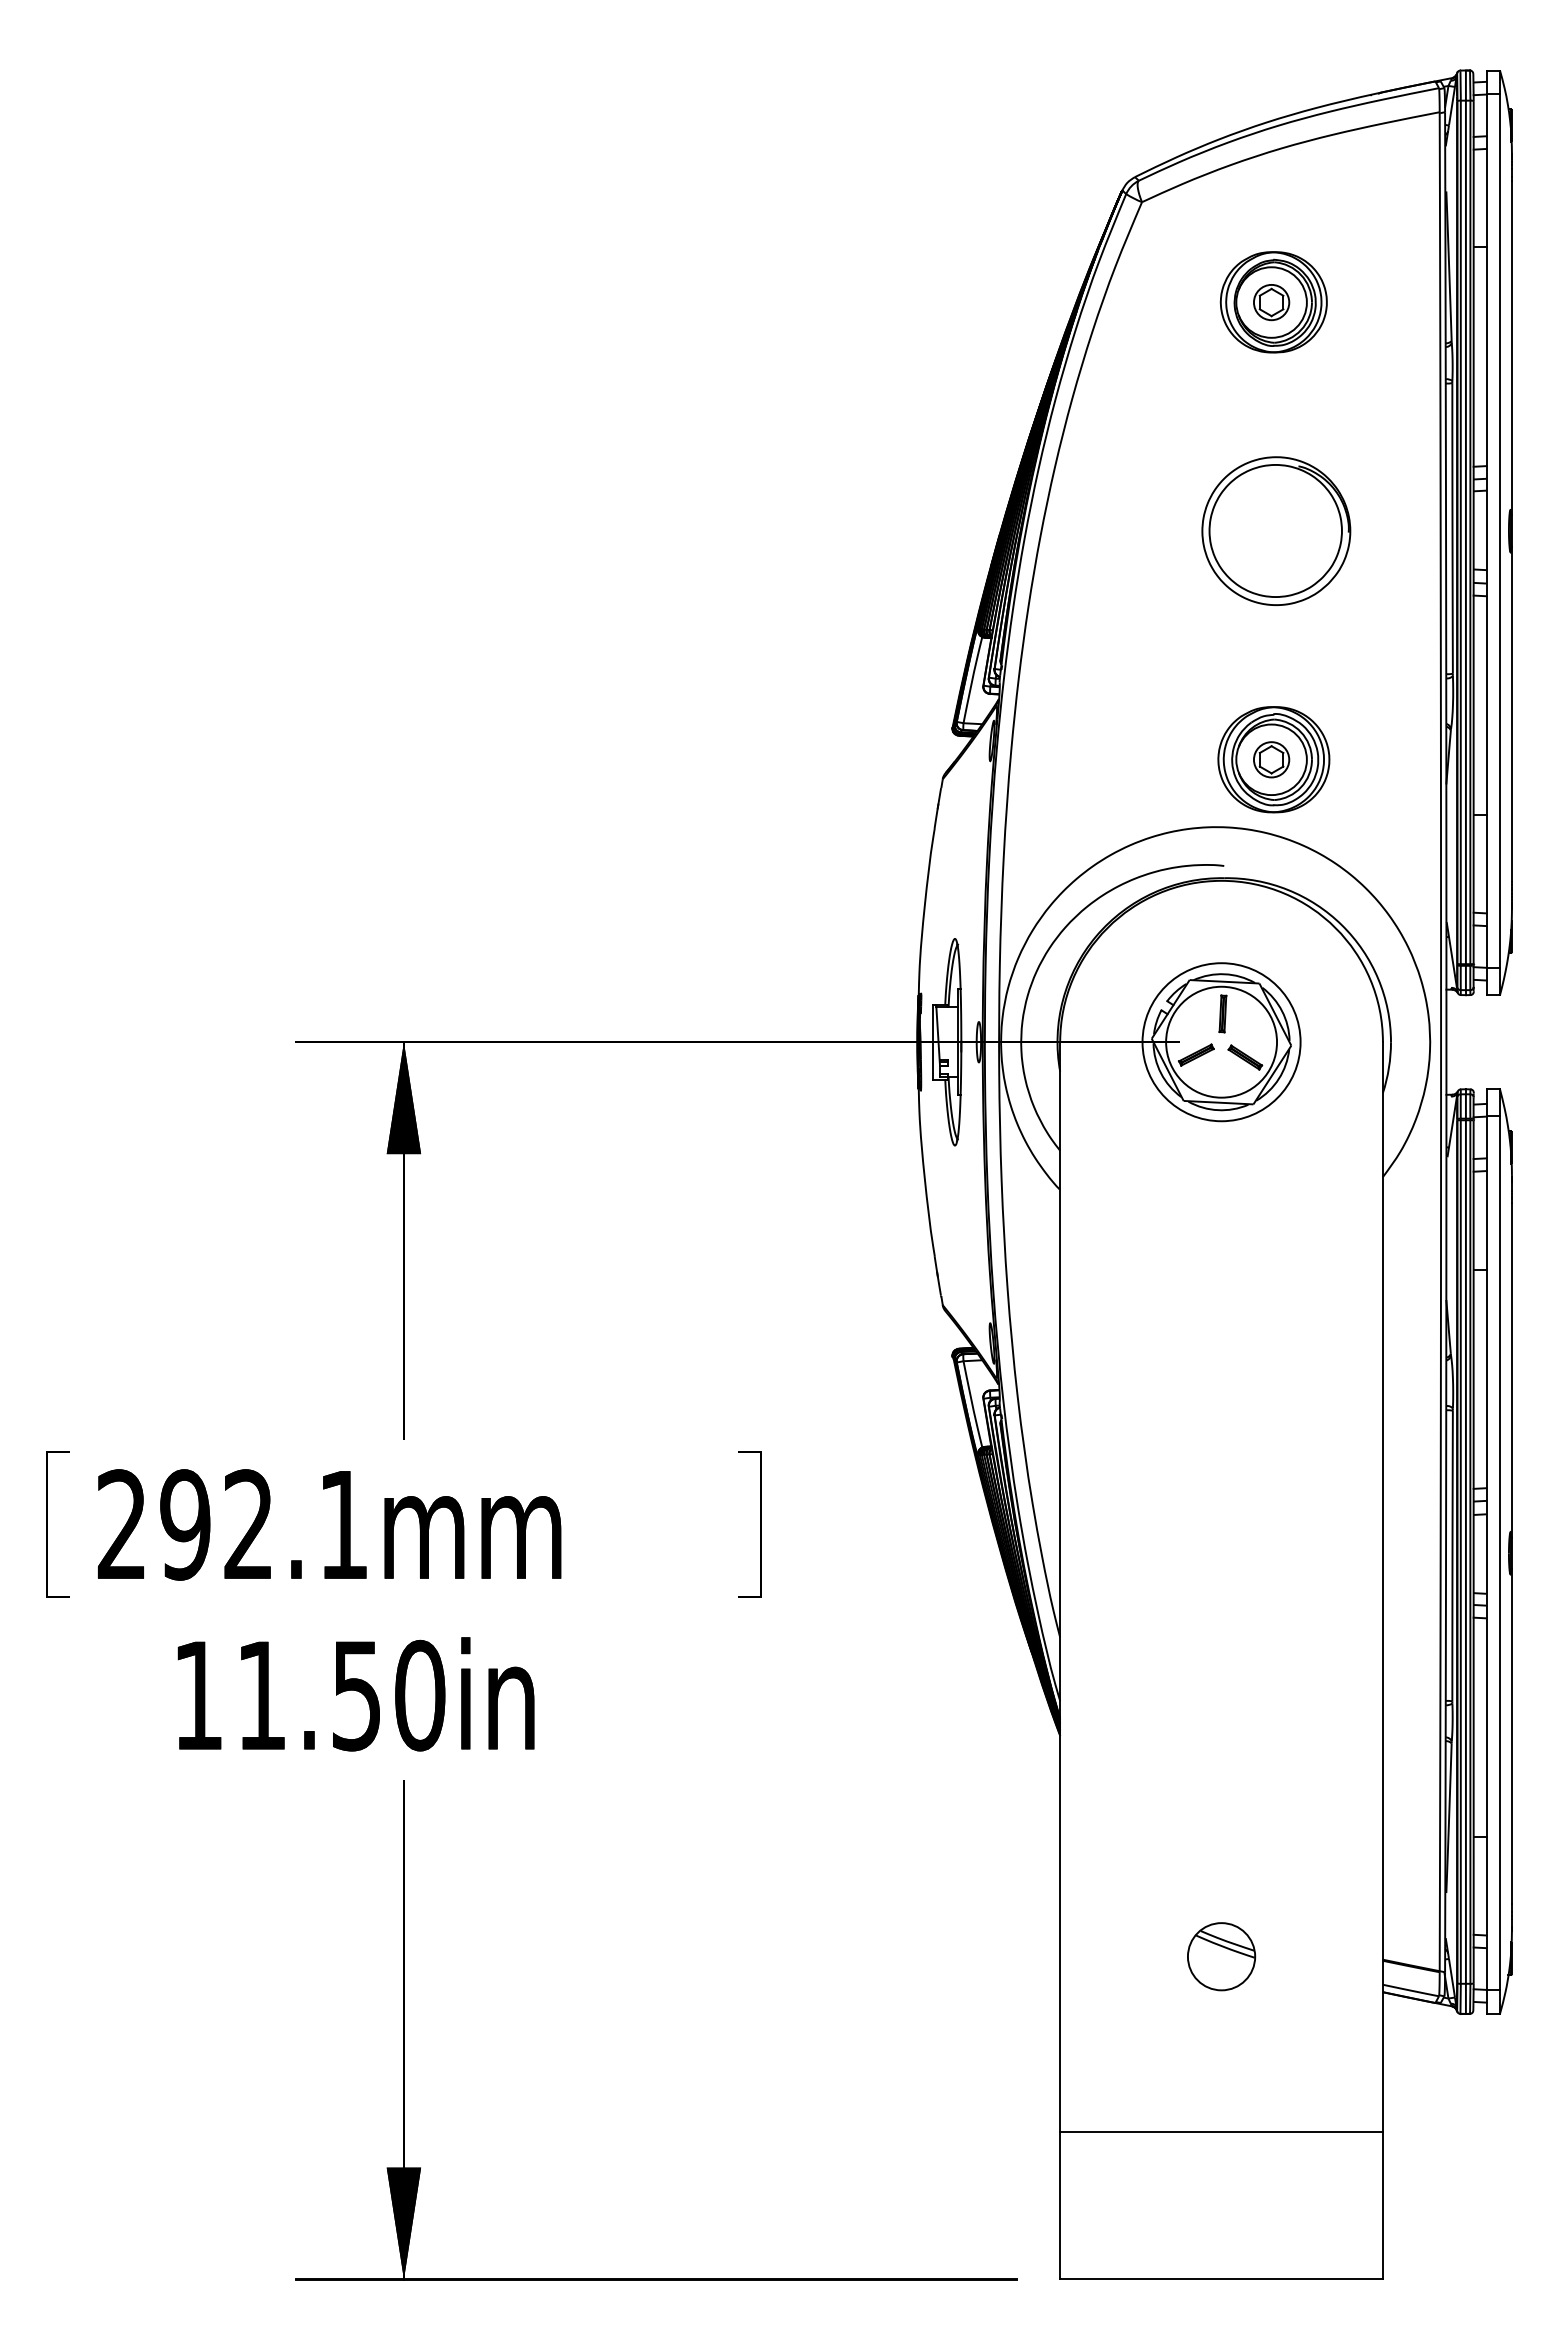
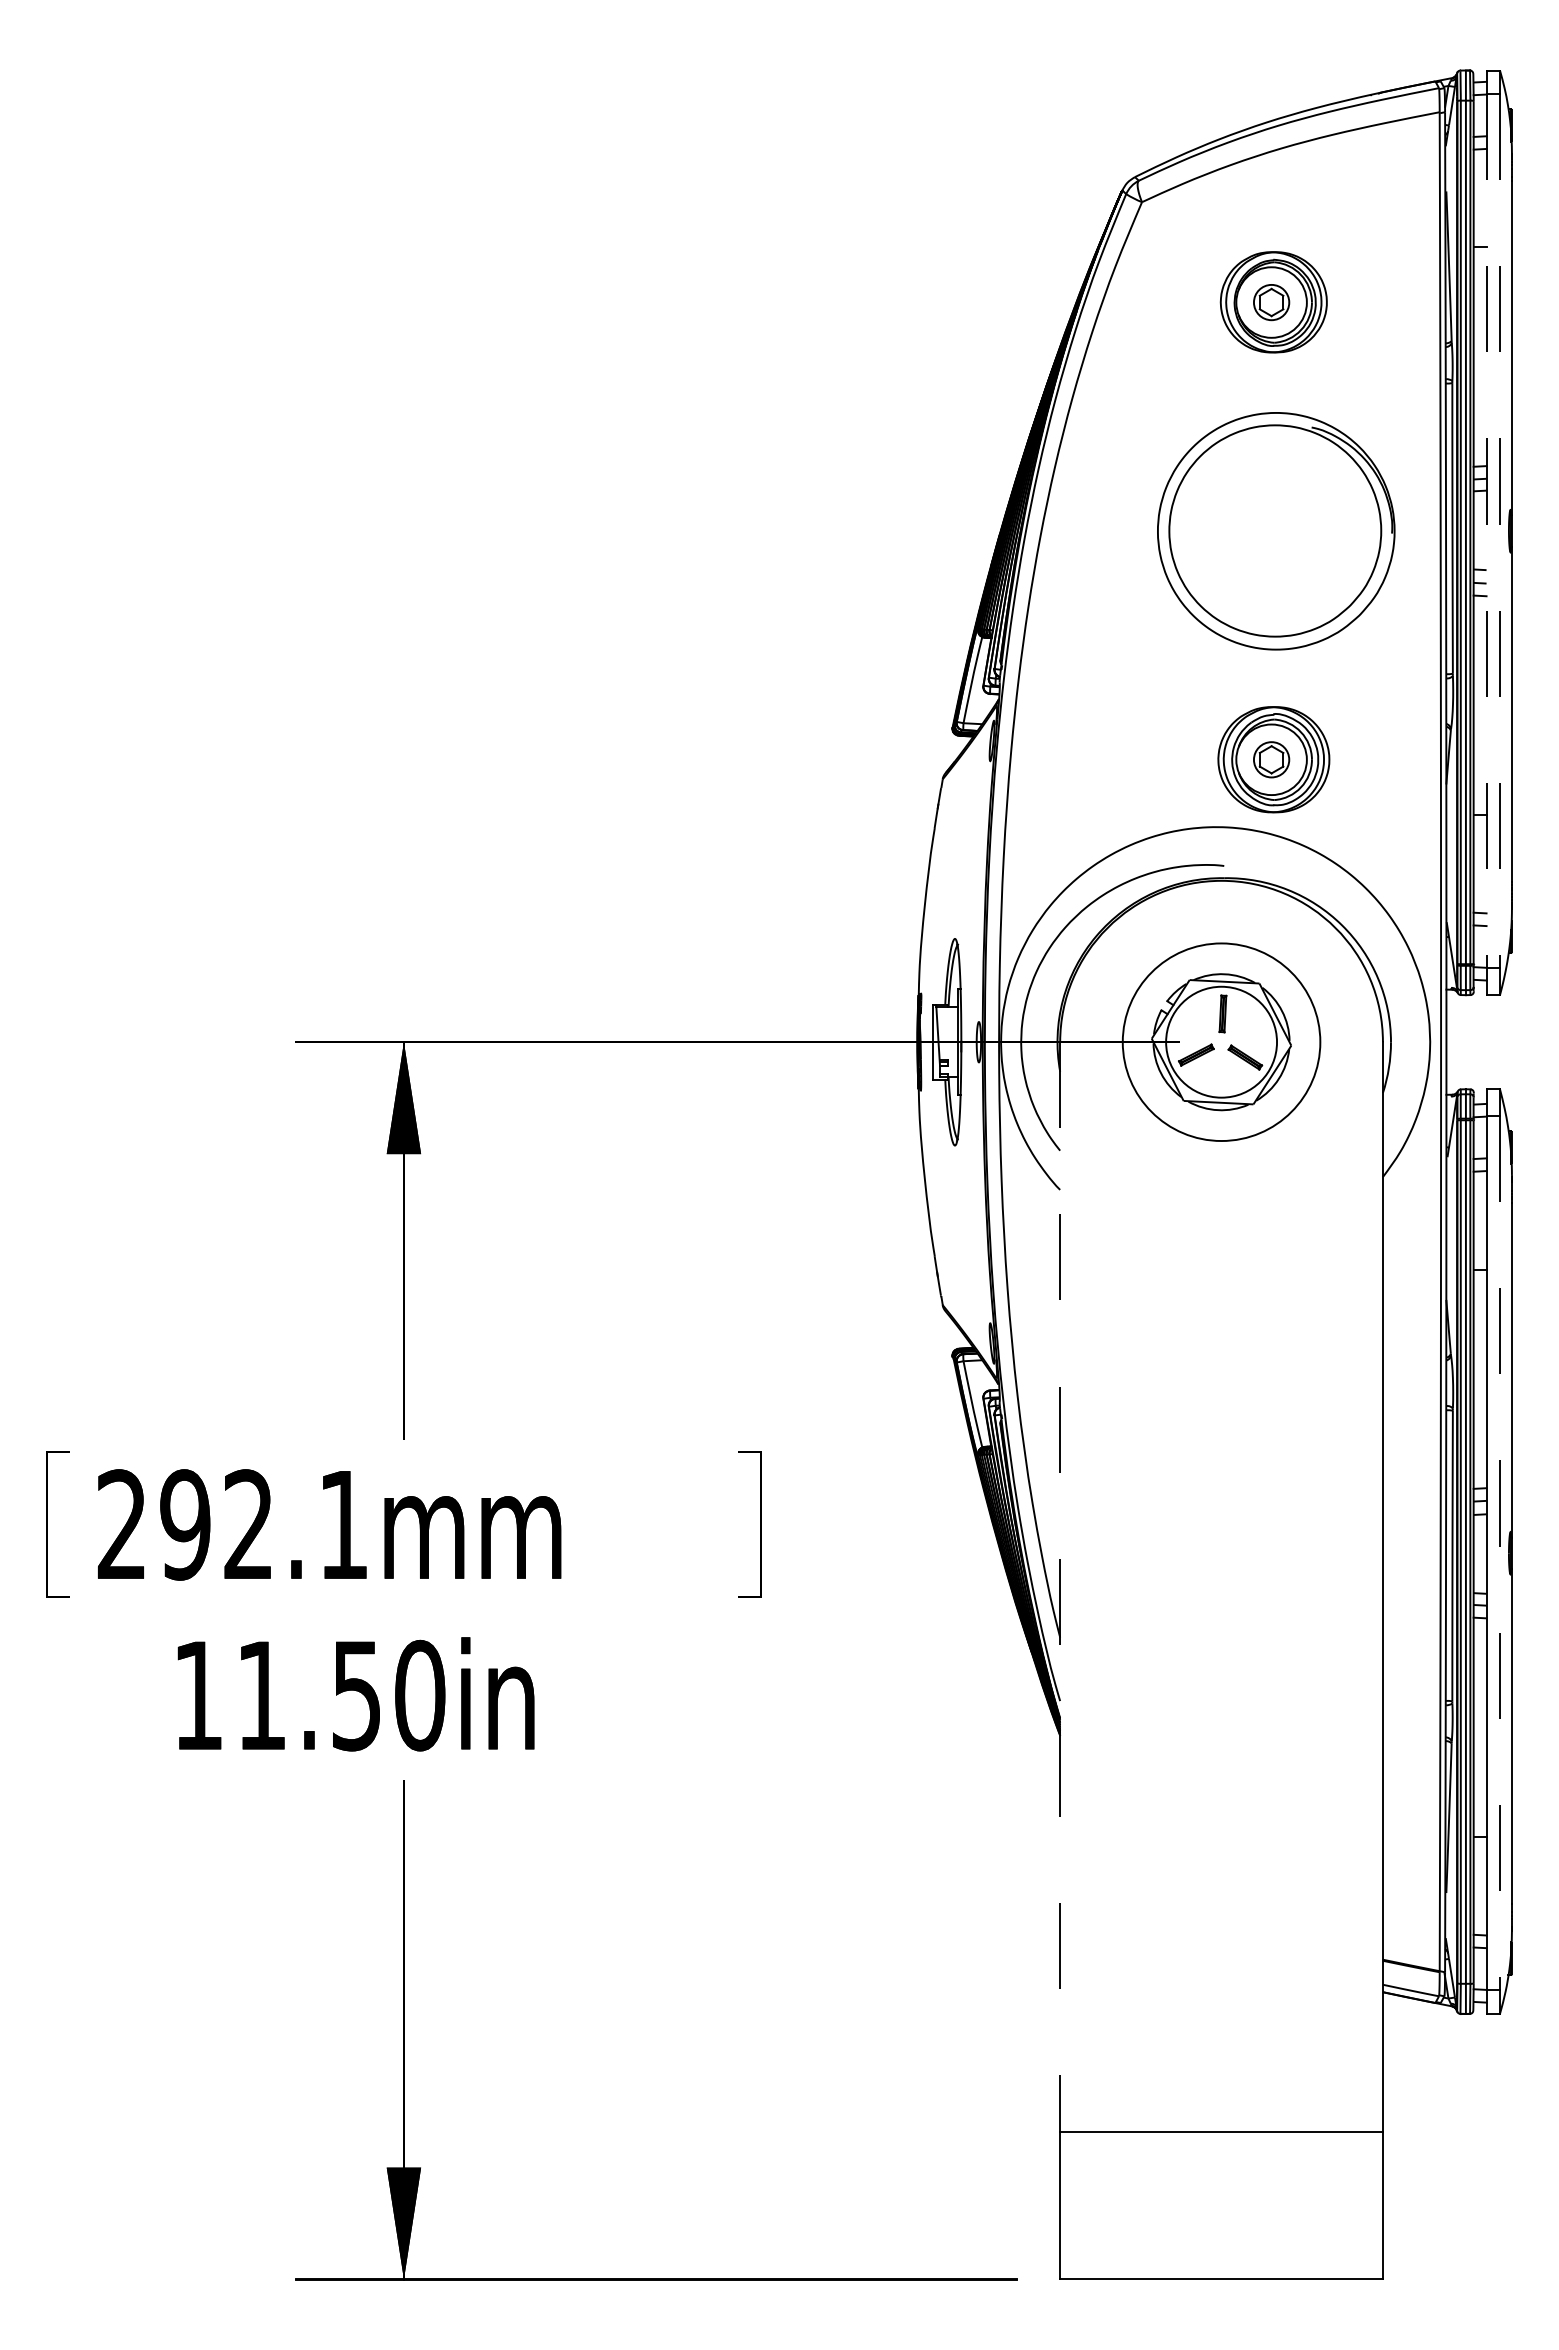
part at (1276, 530) size: 151x150 px -> 239x239 px
line at (1486, 531): solid -> dashed
line at (1500, 531): solid -> dashed
circle at (1221, 1042) diameter: 158 px -> 198 px
line at (1500, 1553): solid -> dashed
line at (1060, 1586): solid -> dashed
part at (1221, 1956): present -> none
